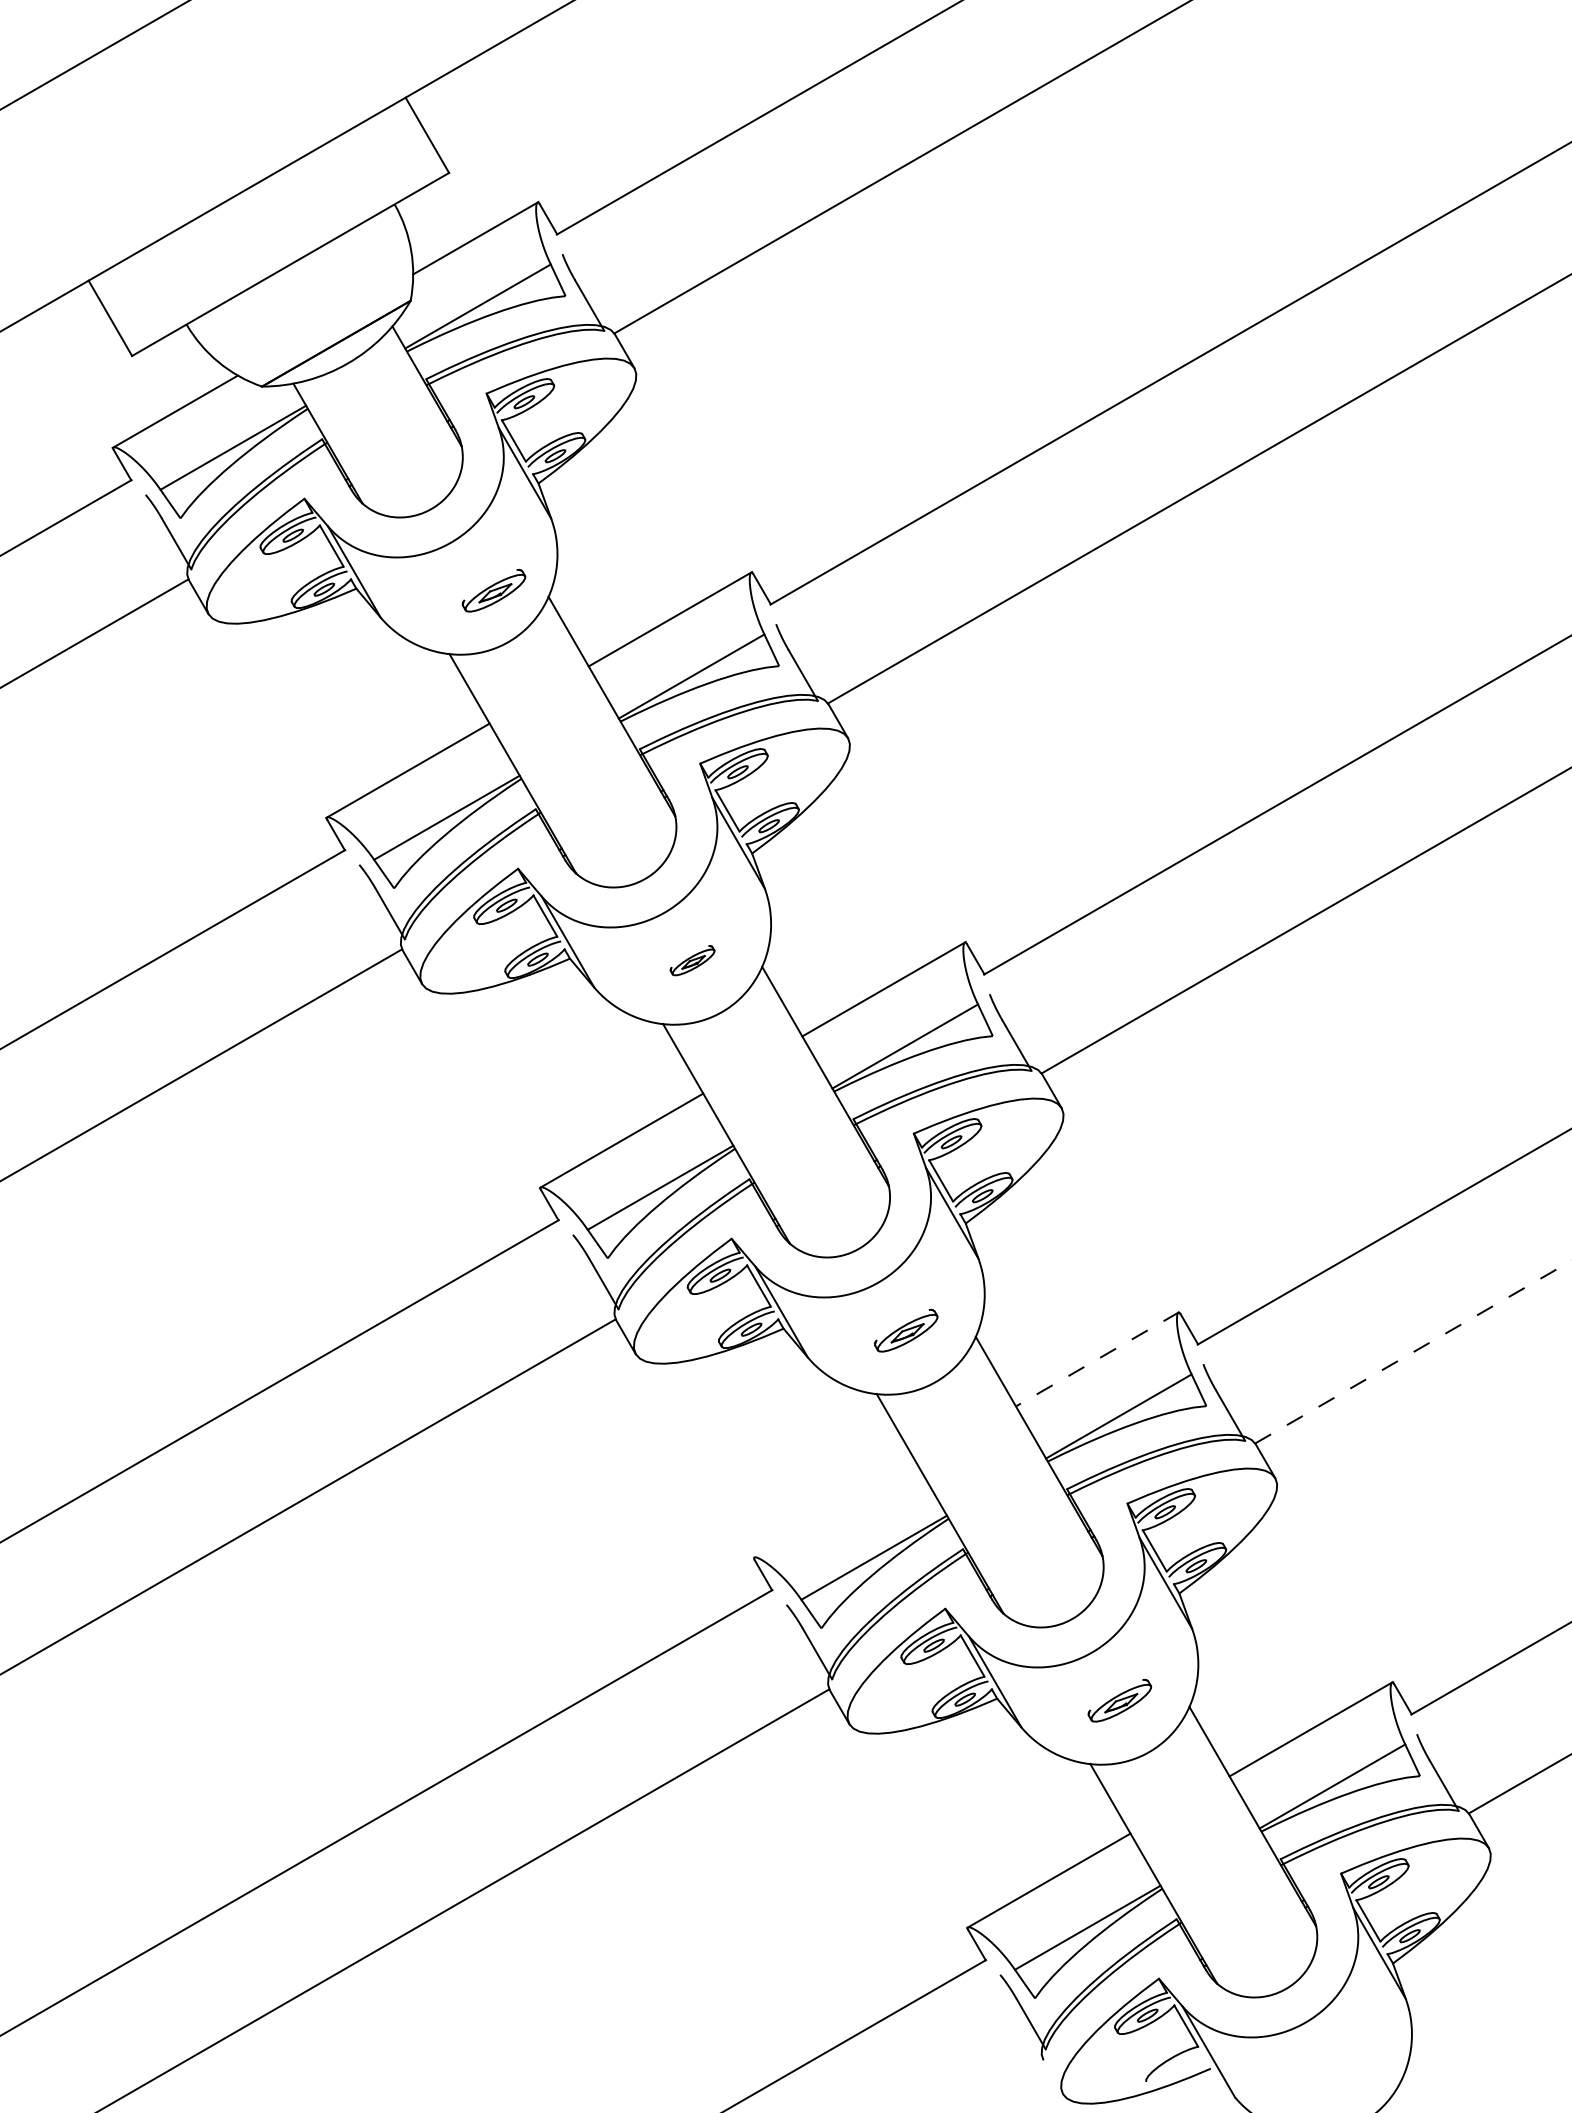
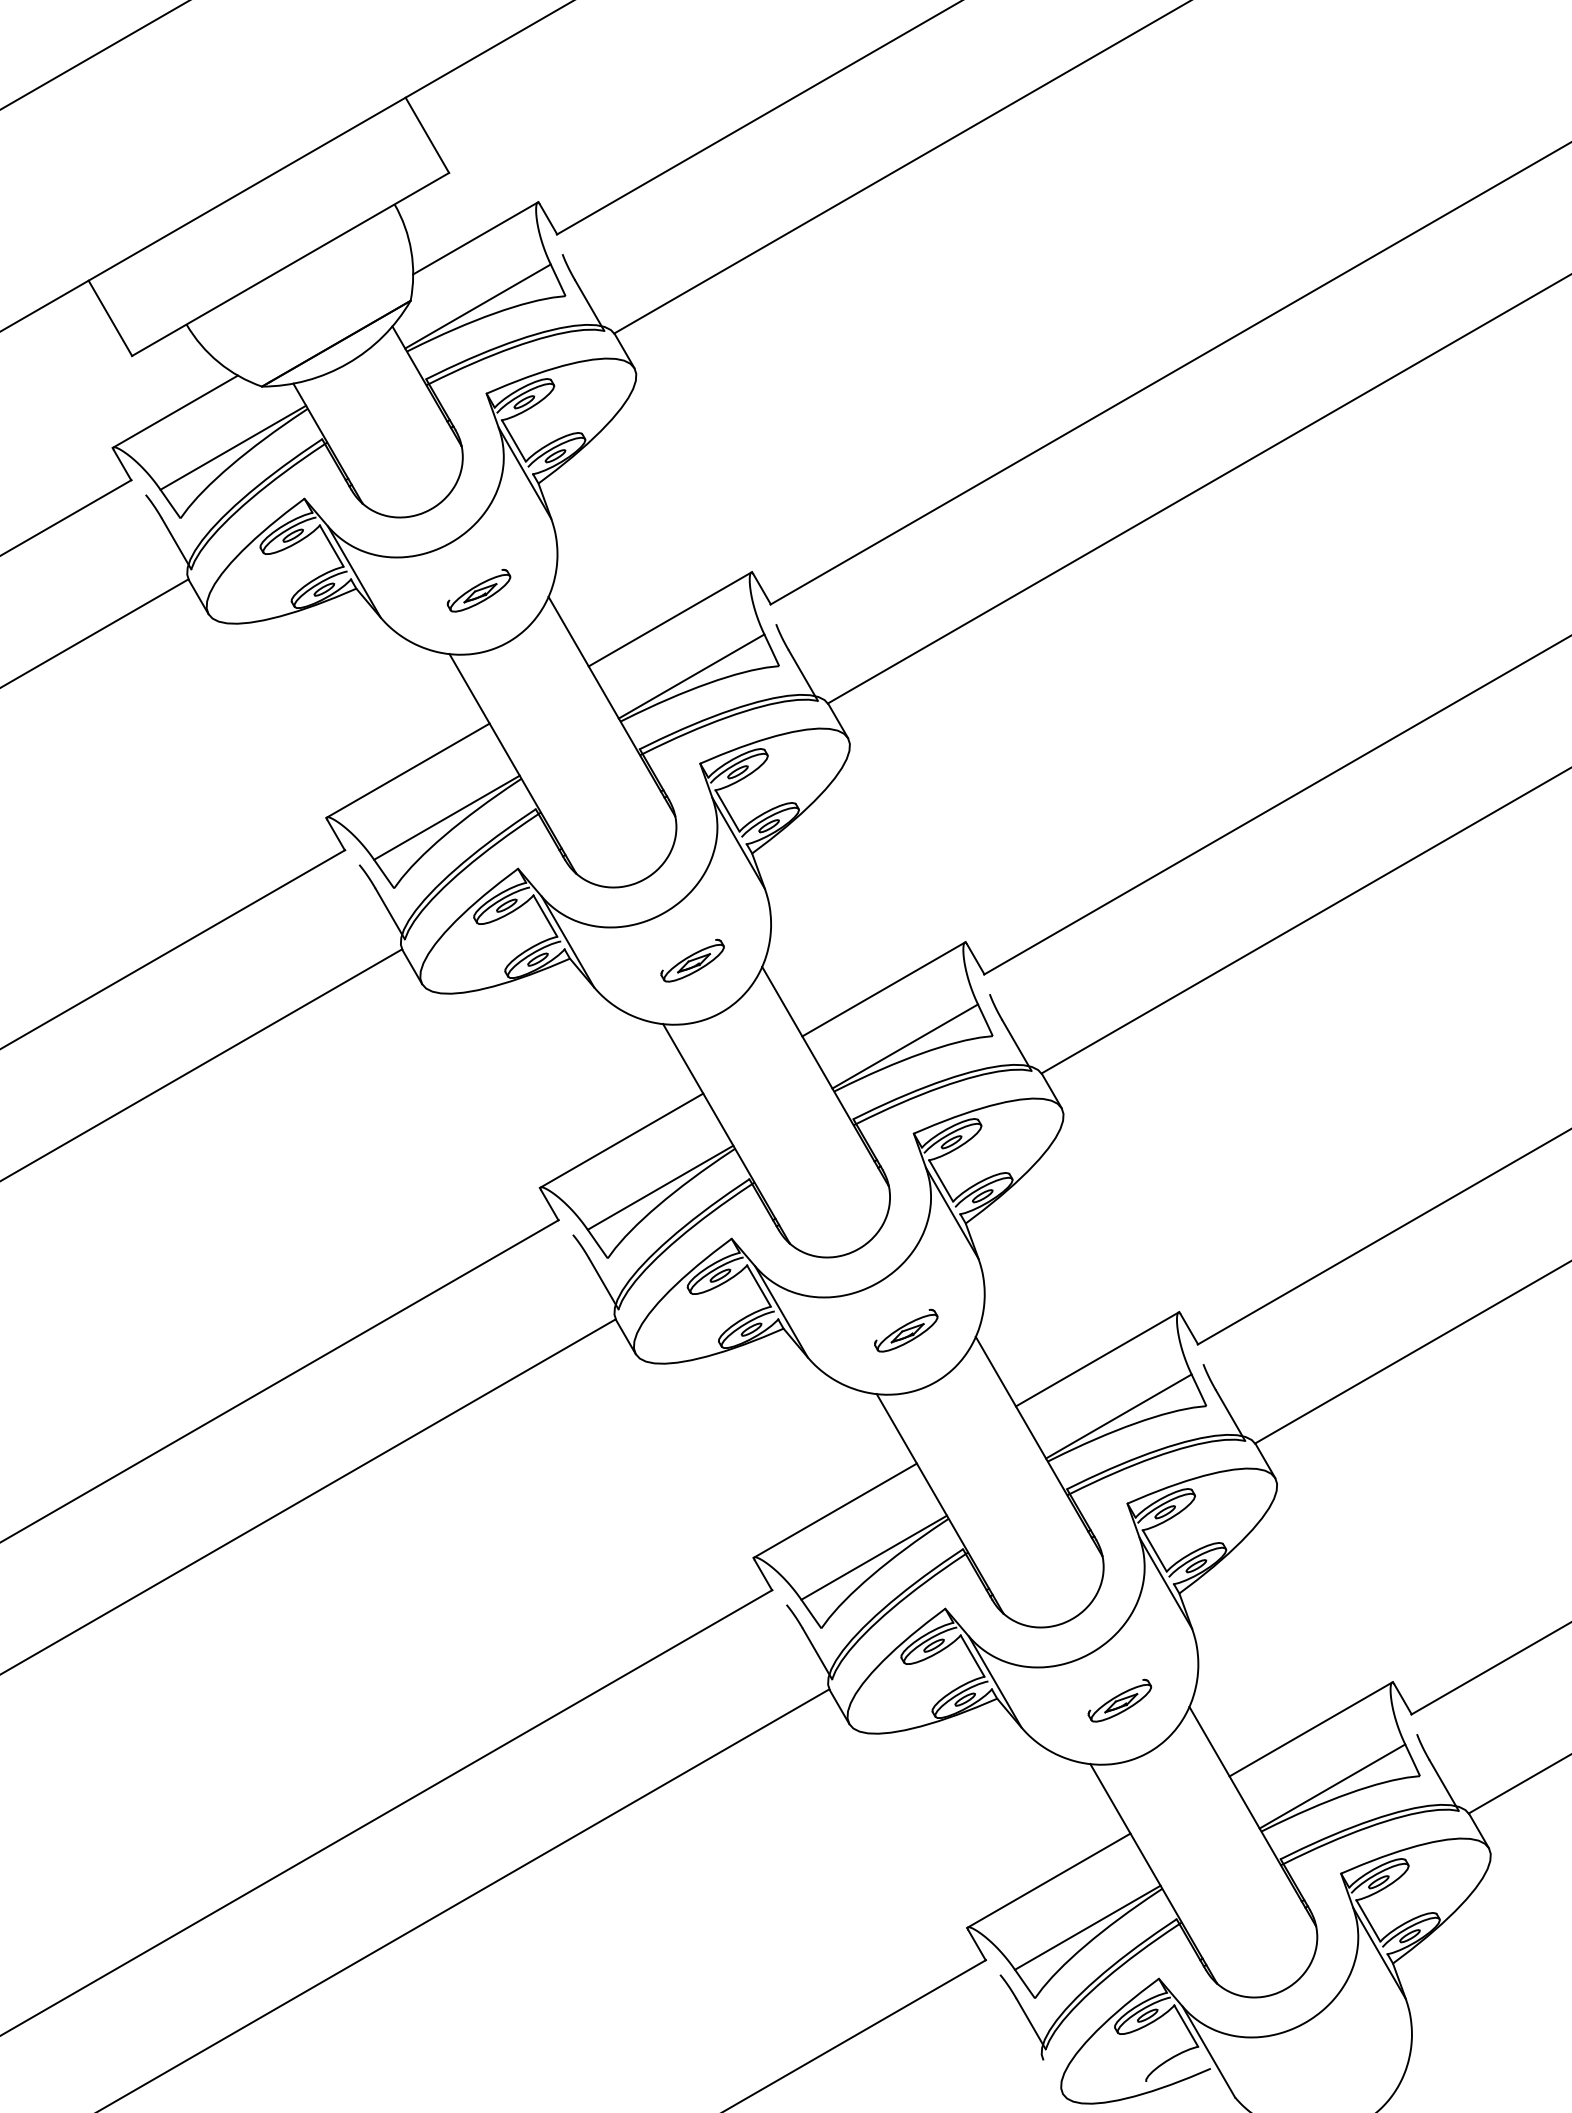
part at (493, 590) position: (493, 590) -> (478, 590)
part at (692, 960) size: 47x32 px -> 65x45 px
line at (1413, 1351): dashed -> solid
line at (1097, 1359): dashed -> solid
line at (834, 1510): none -> present
